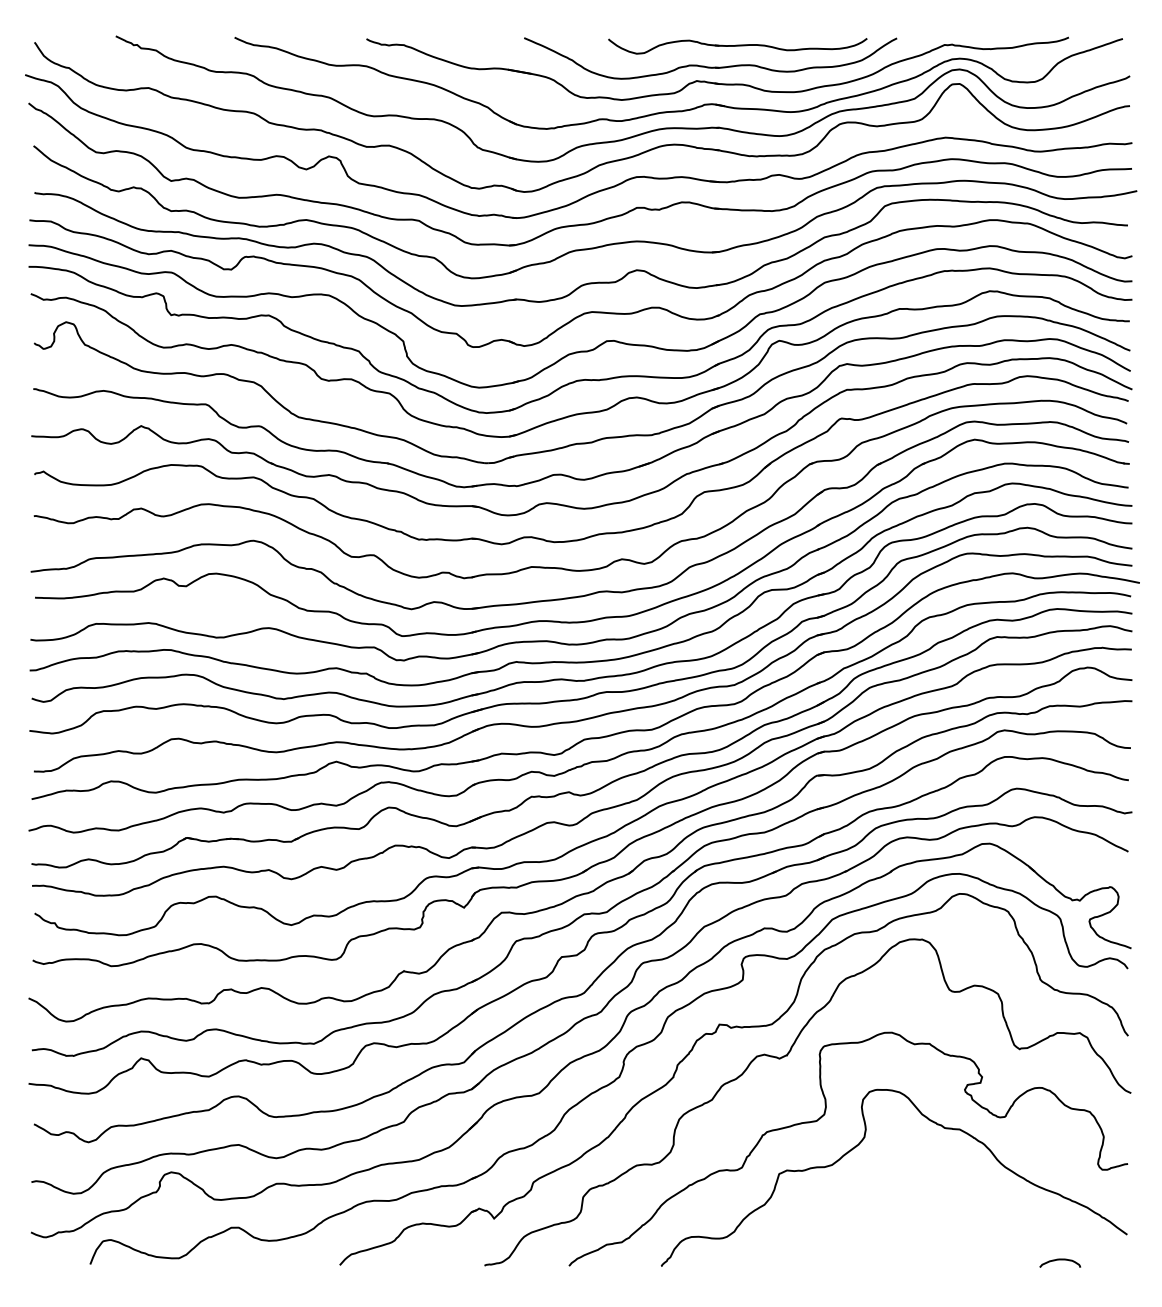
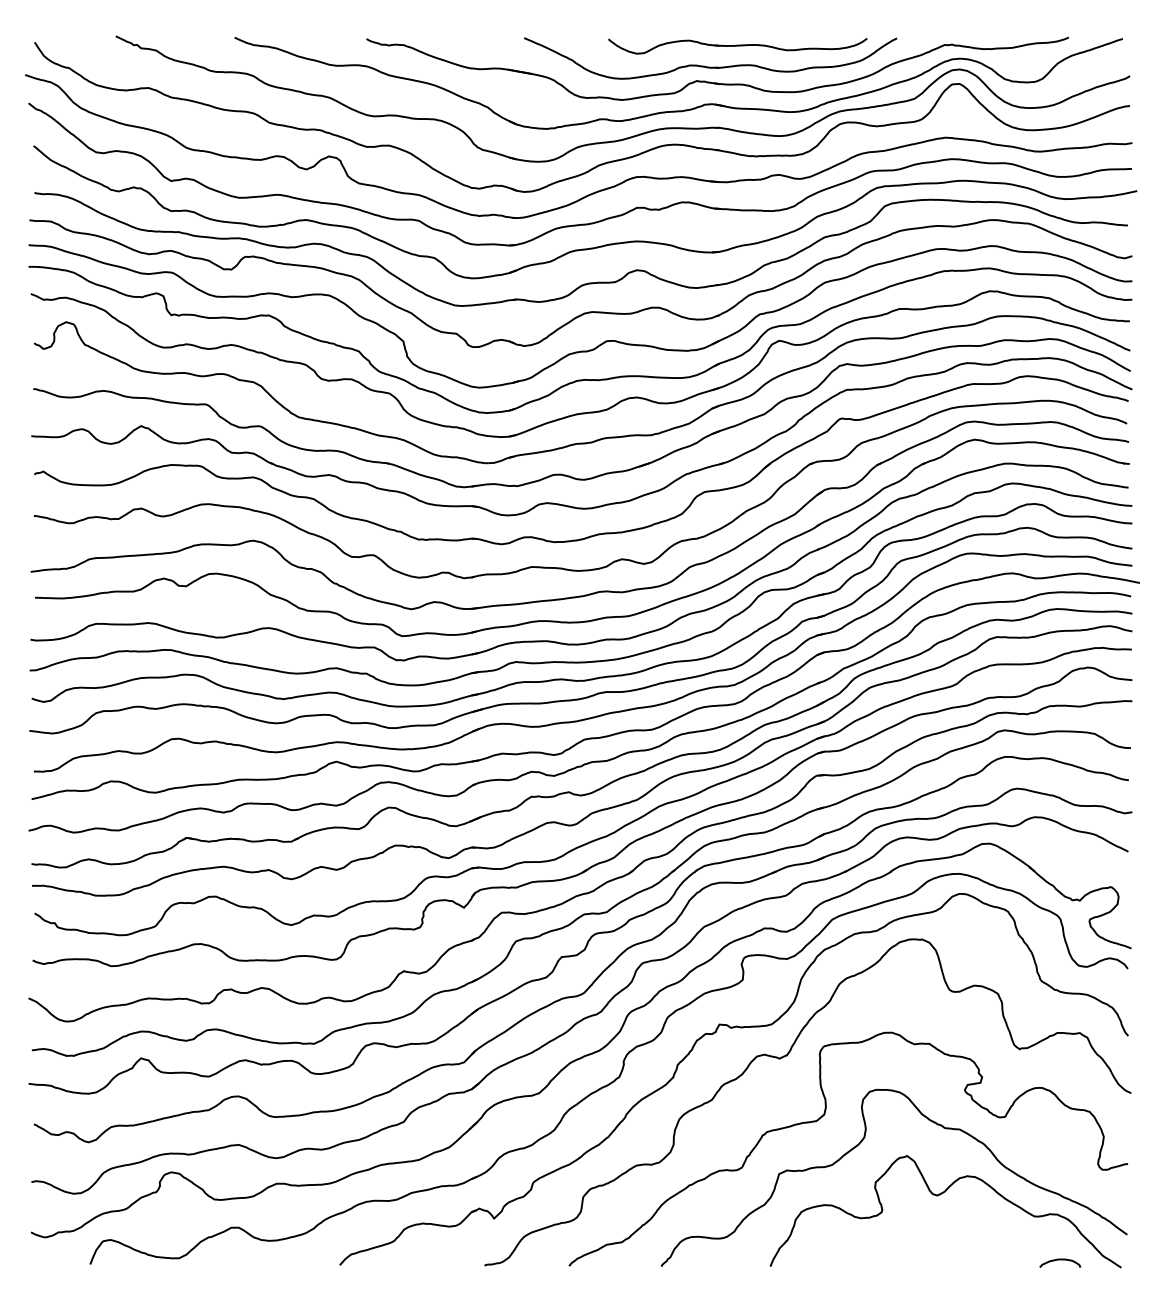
curve at (940, 1195): none -> present
